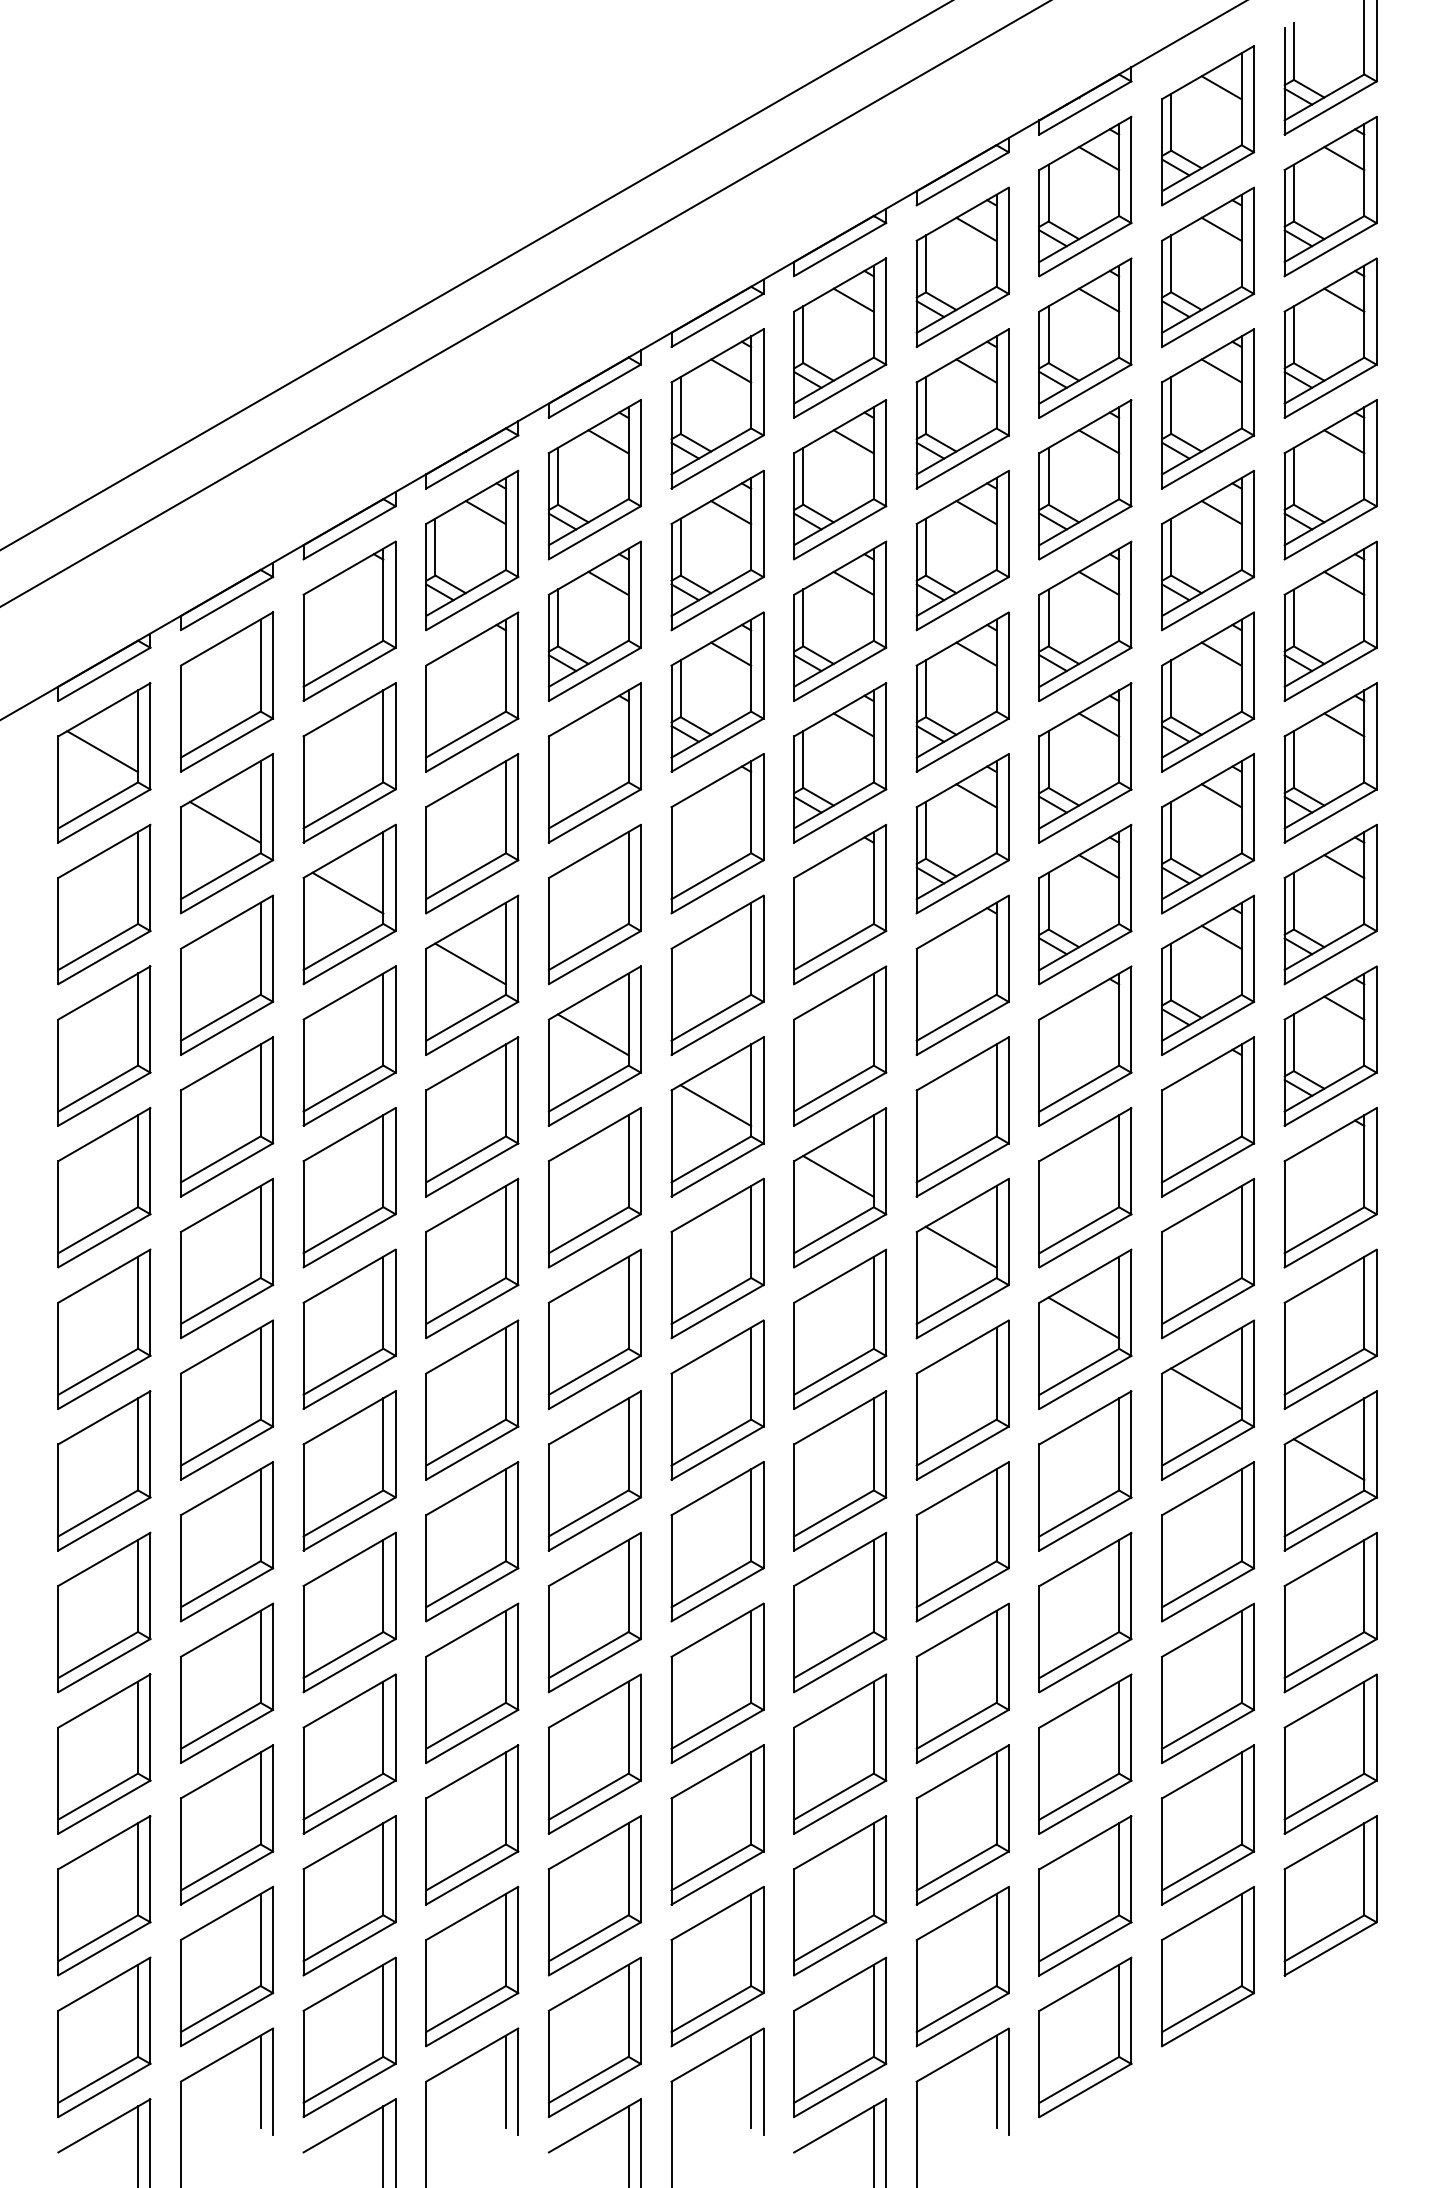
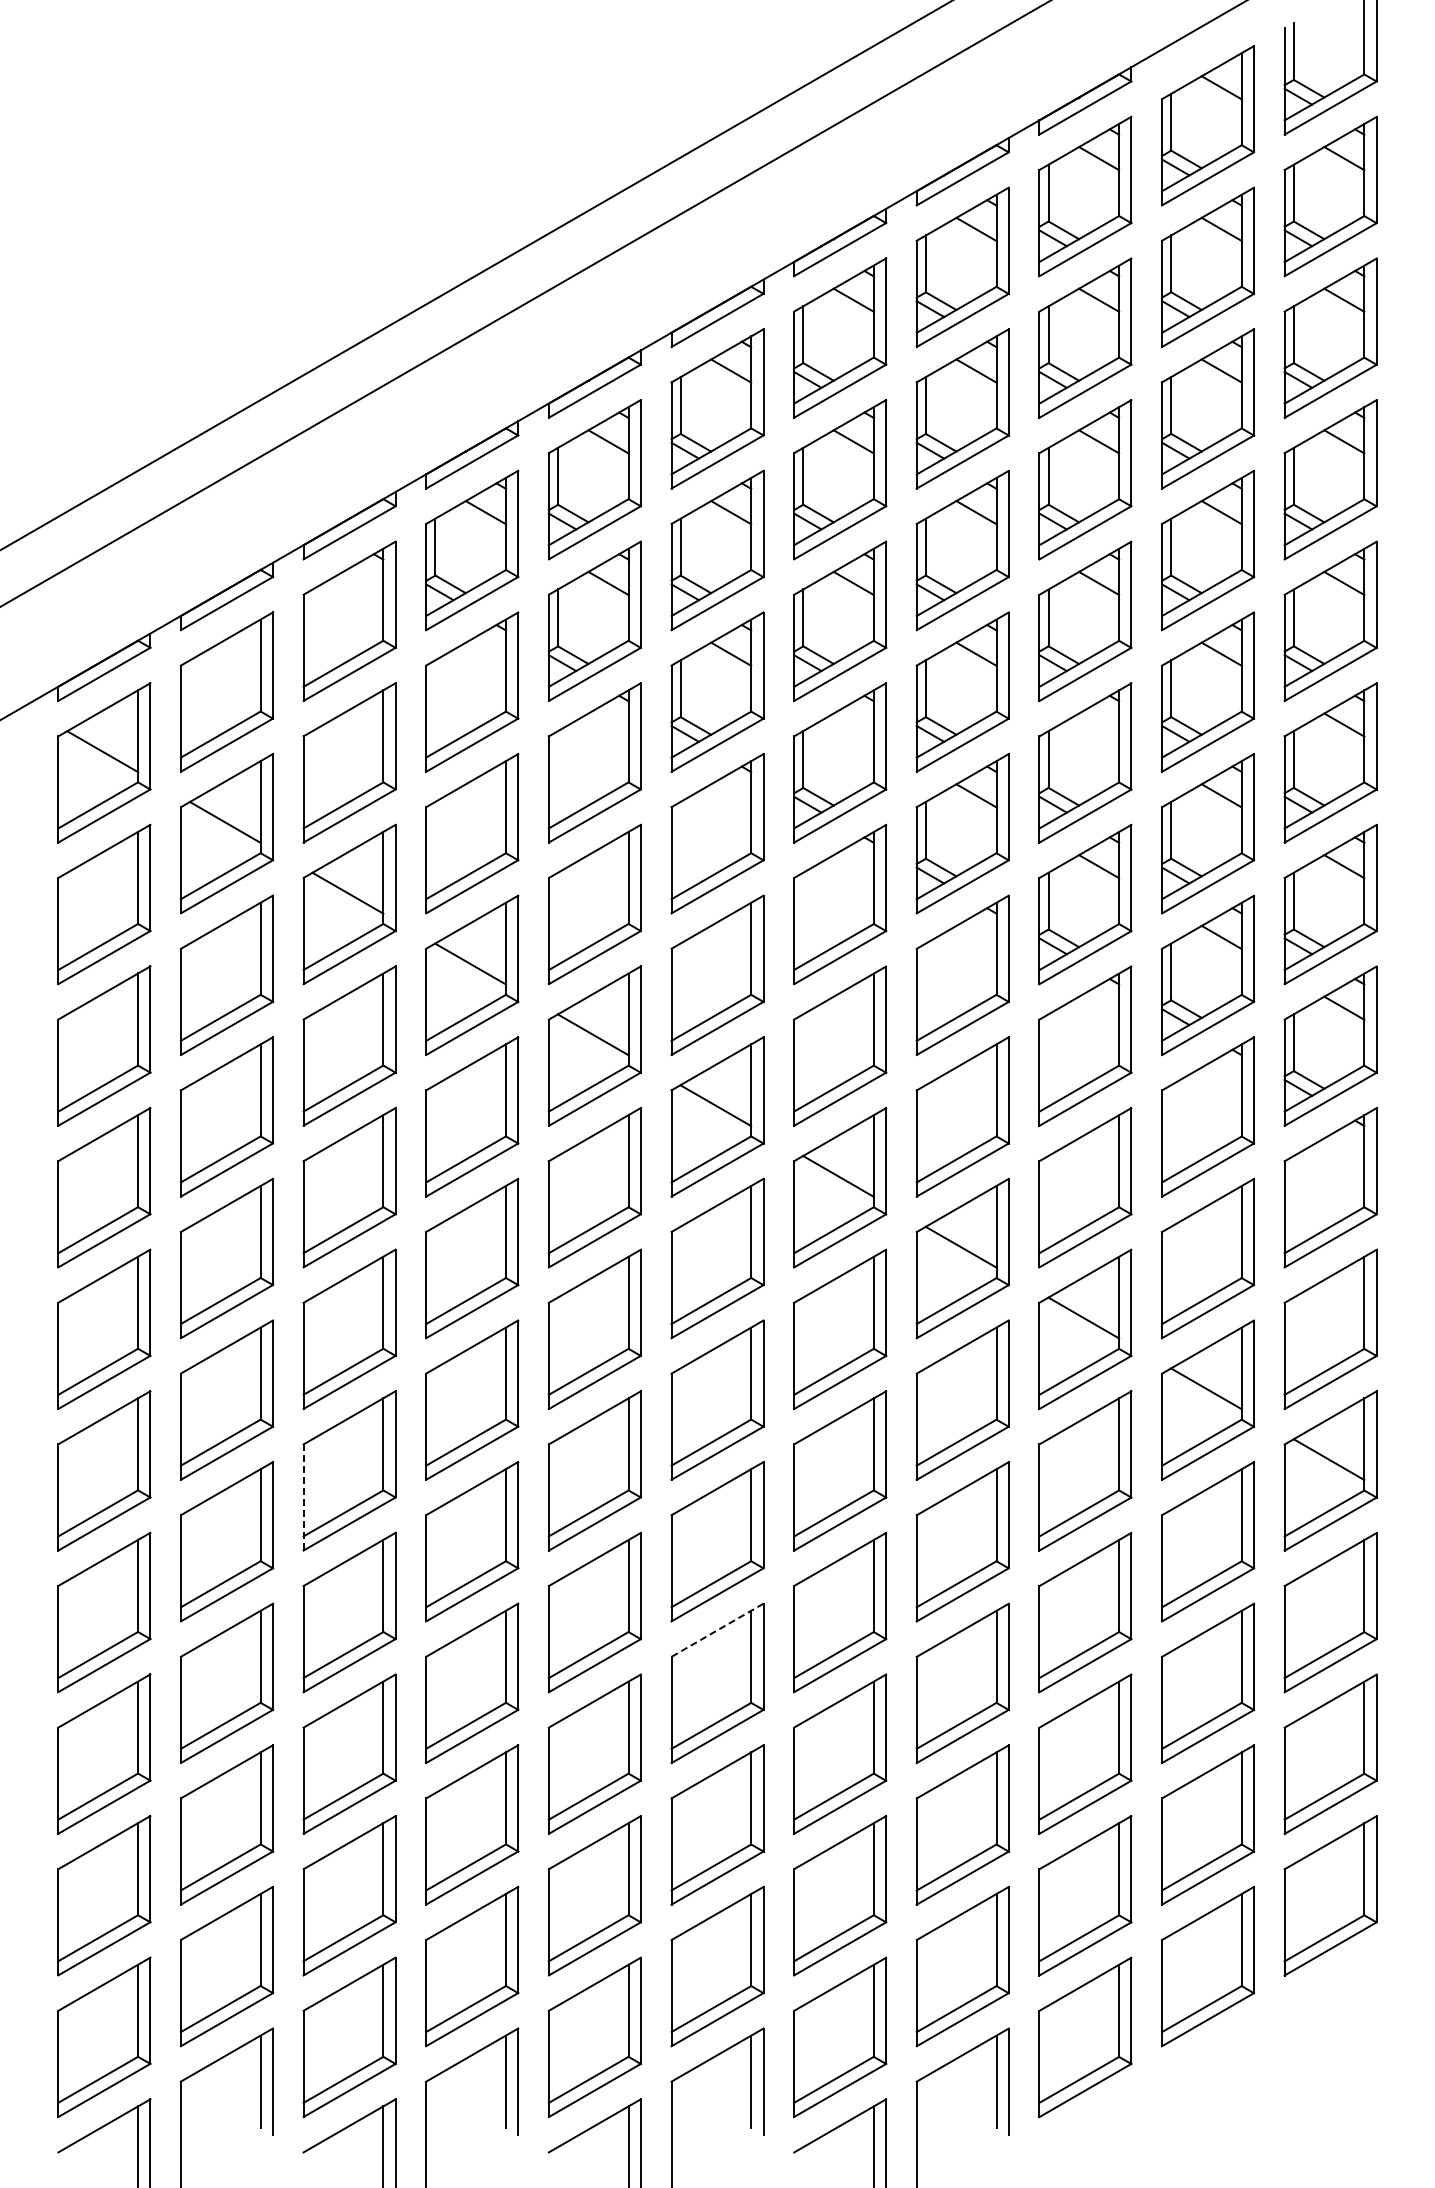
line at (853, 724): present -> none
line at (1099, 724): present -> none
line at (303, 1497): solid -> dashed
line at (717, 1630): solid -> dashed
